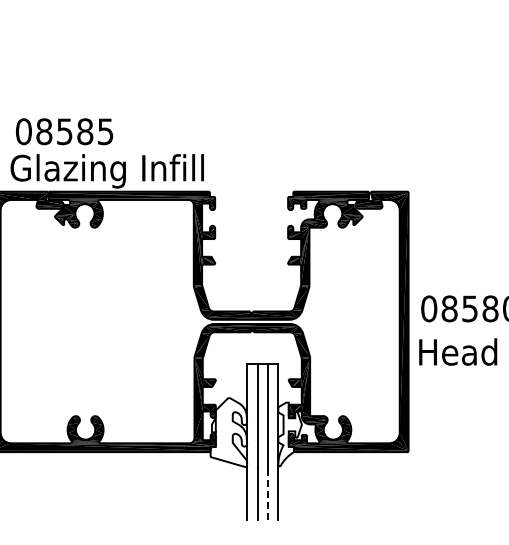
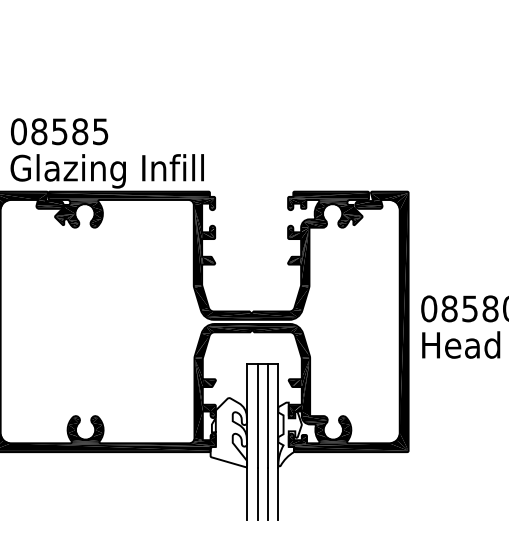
text at (64, 131) position: (64, 131) -> (59, 131)
text at (458, 351) position: (458, 351) -> (461, 344)
line at (267, 493): dashed -> solid
